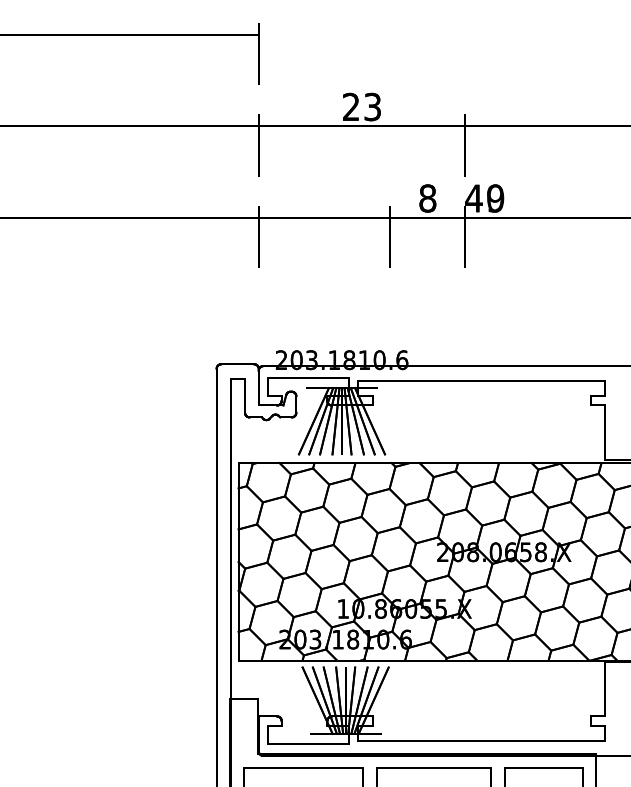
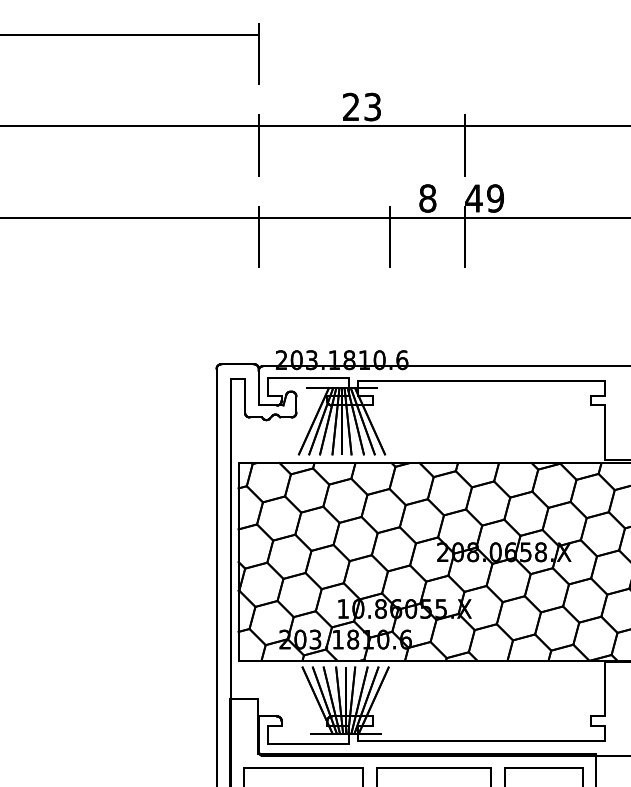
text at (495, 198): 40 -> 49
